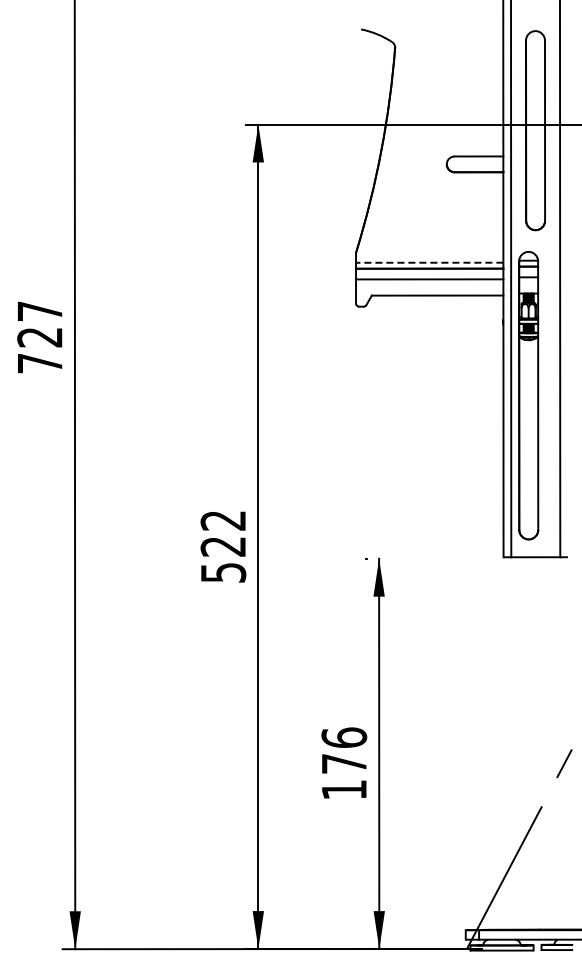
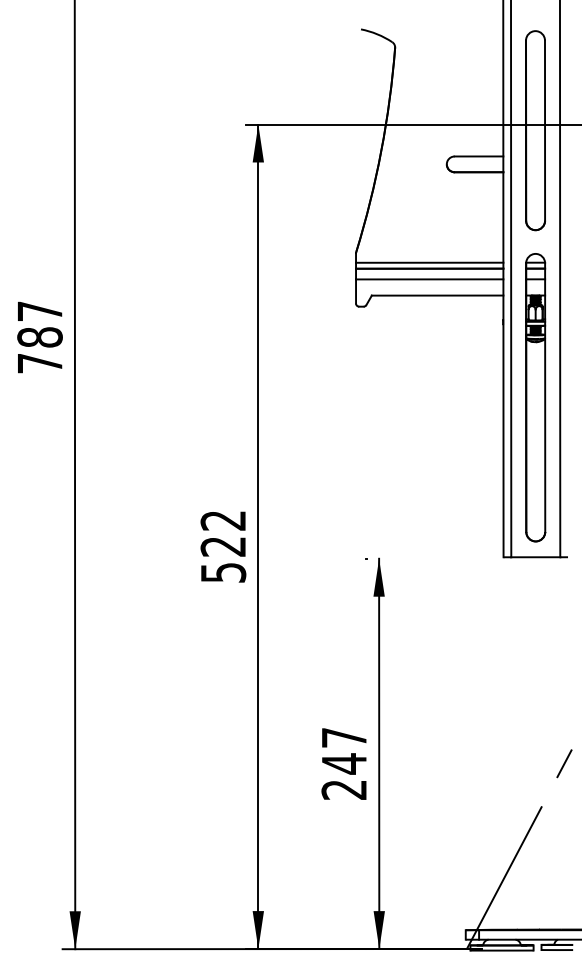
line at (429, 262): dashed -> solid
text at (39, 337): 727 -> 787
part at (528, 395) position: (528, 395) -> (535, 397)
text at (344, 763): 176 -> 247
